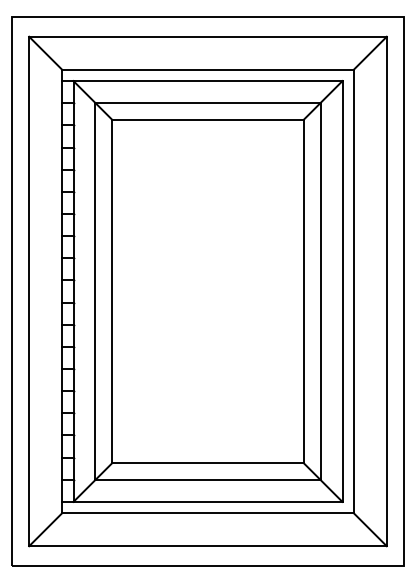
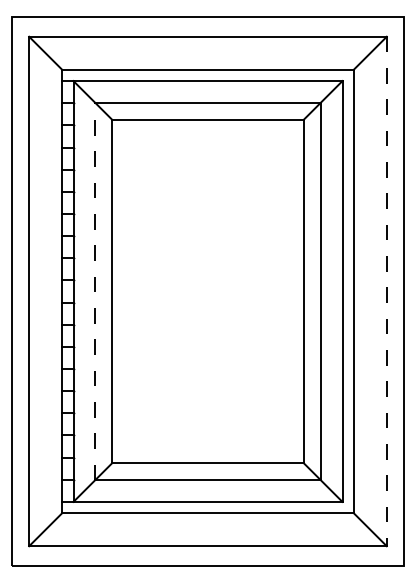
line at (95, 291): solid -> dashed
line at (386, 291): solid -> dashed
